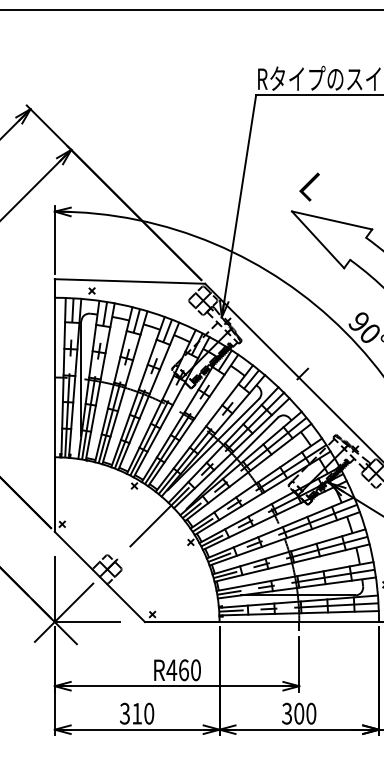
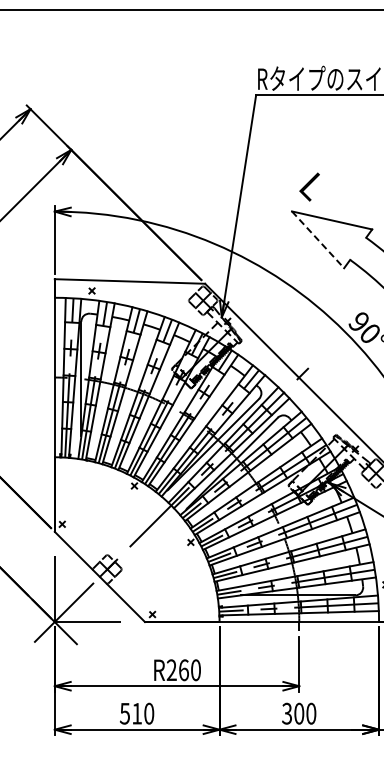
line at (318, 239): solid -> dashed
text at (171, 669): R460 -> R260
text at (124, 713): 310 -> 510
